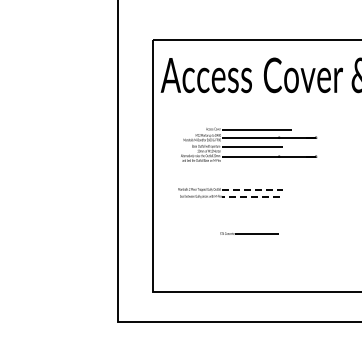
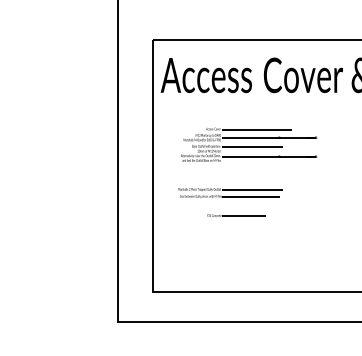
line at (253, 189): dashed -> solid
line at (250, 196): dashed -> solid
line at (249, 233) position: (249, 233) -> (236, 215)
